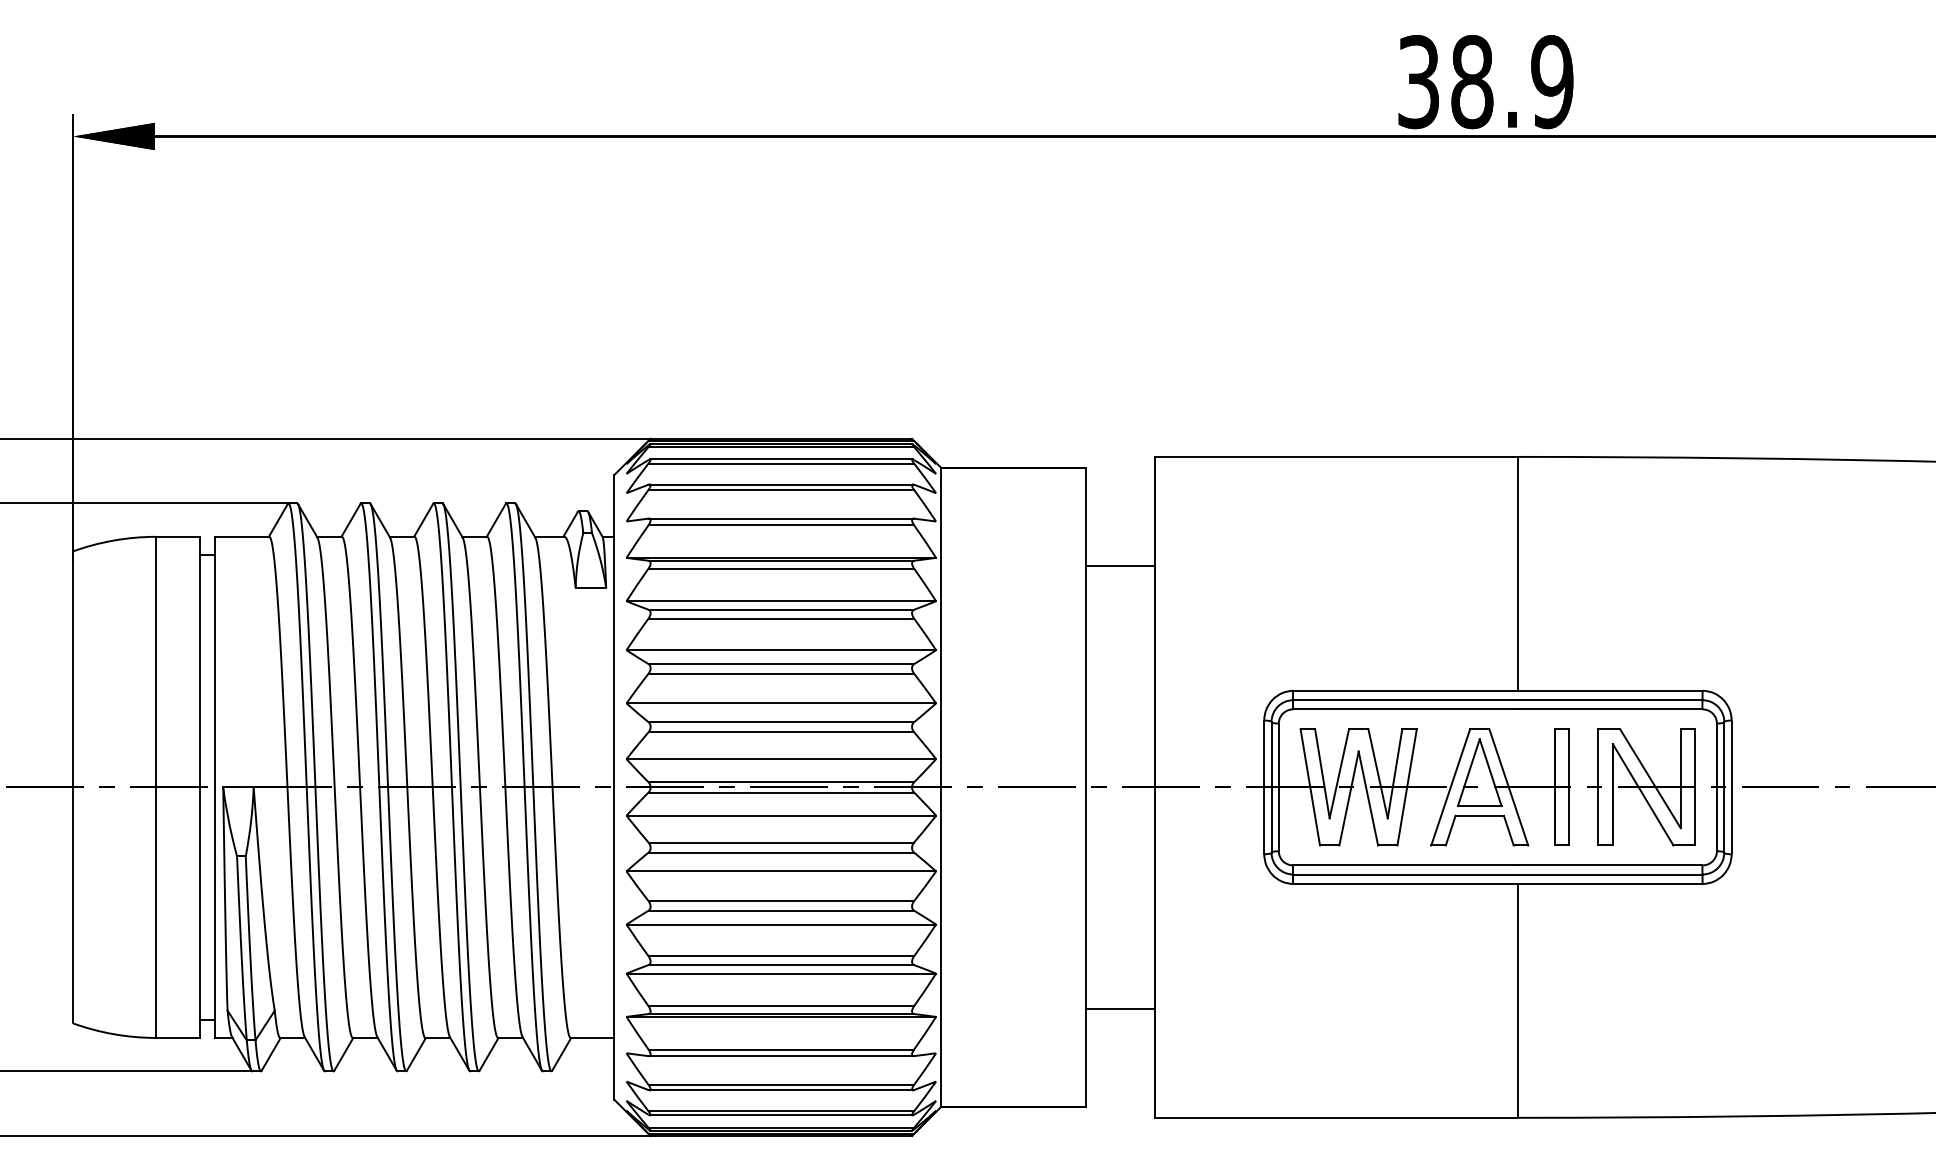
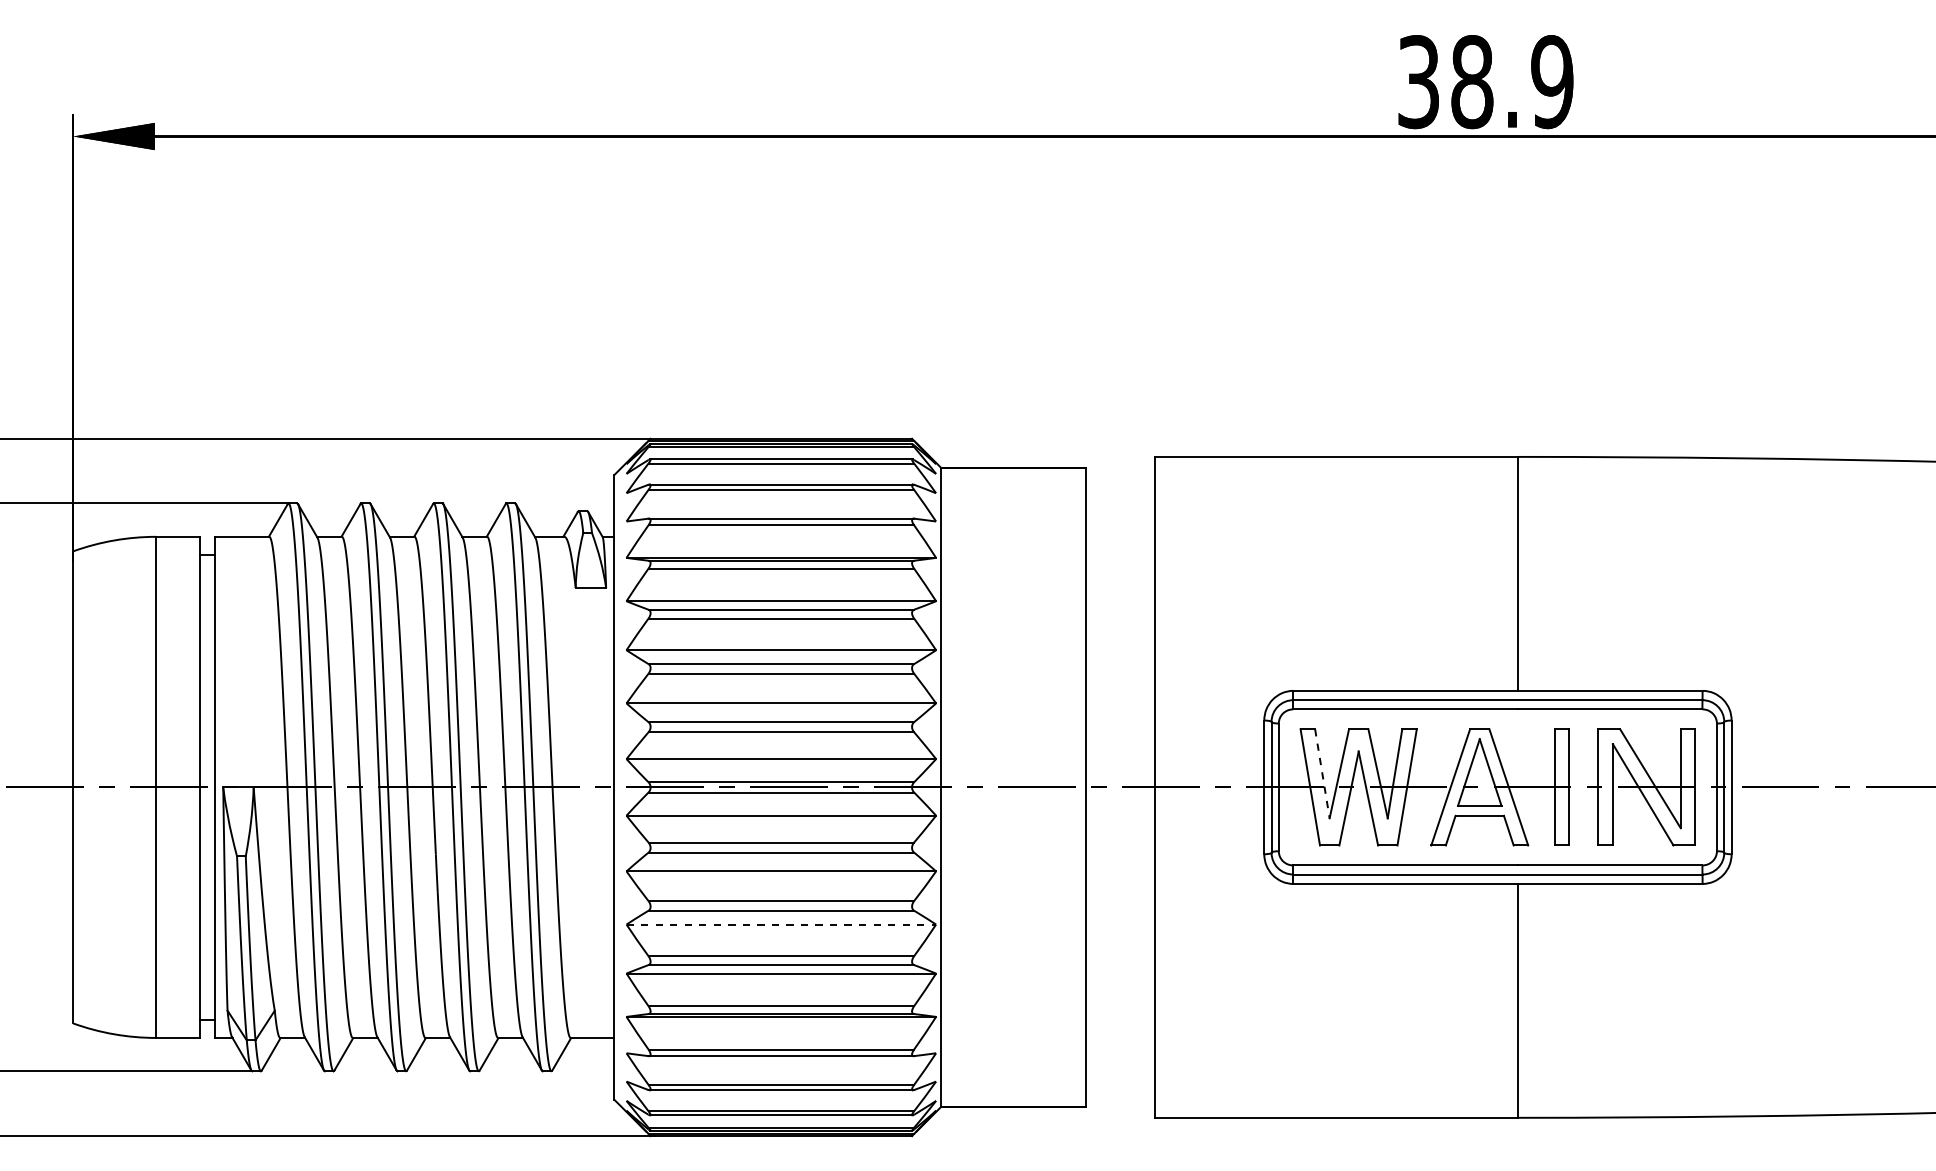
line at (1120, 565): present -> none
line at (1322, 774): solid -> dashed
line at (781, 924): solid -> dashed
line at (1120, 1008): present -> none
